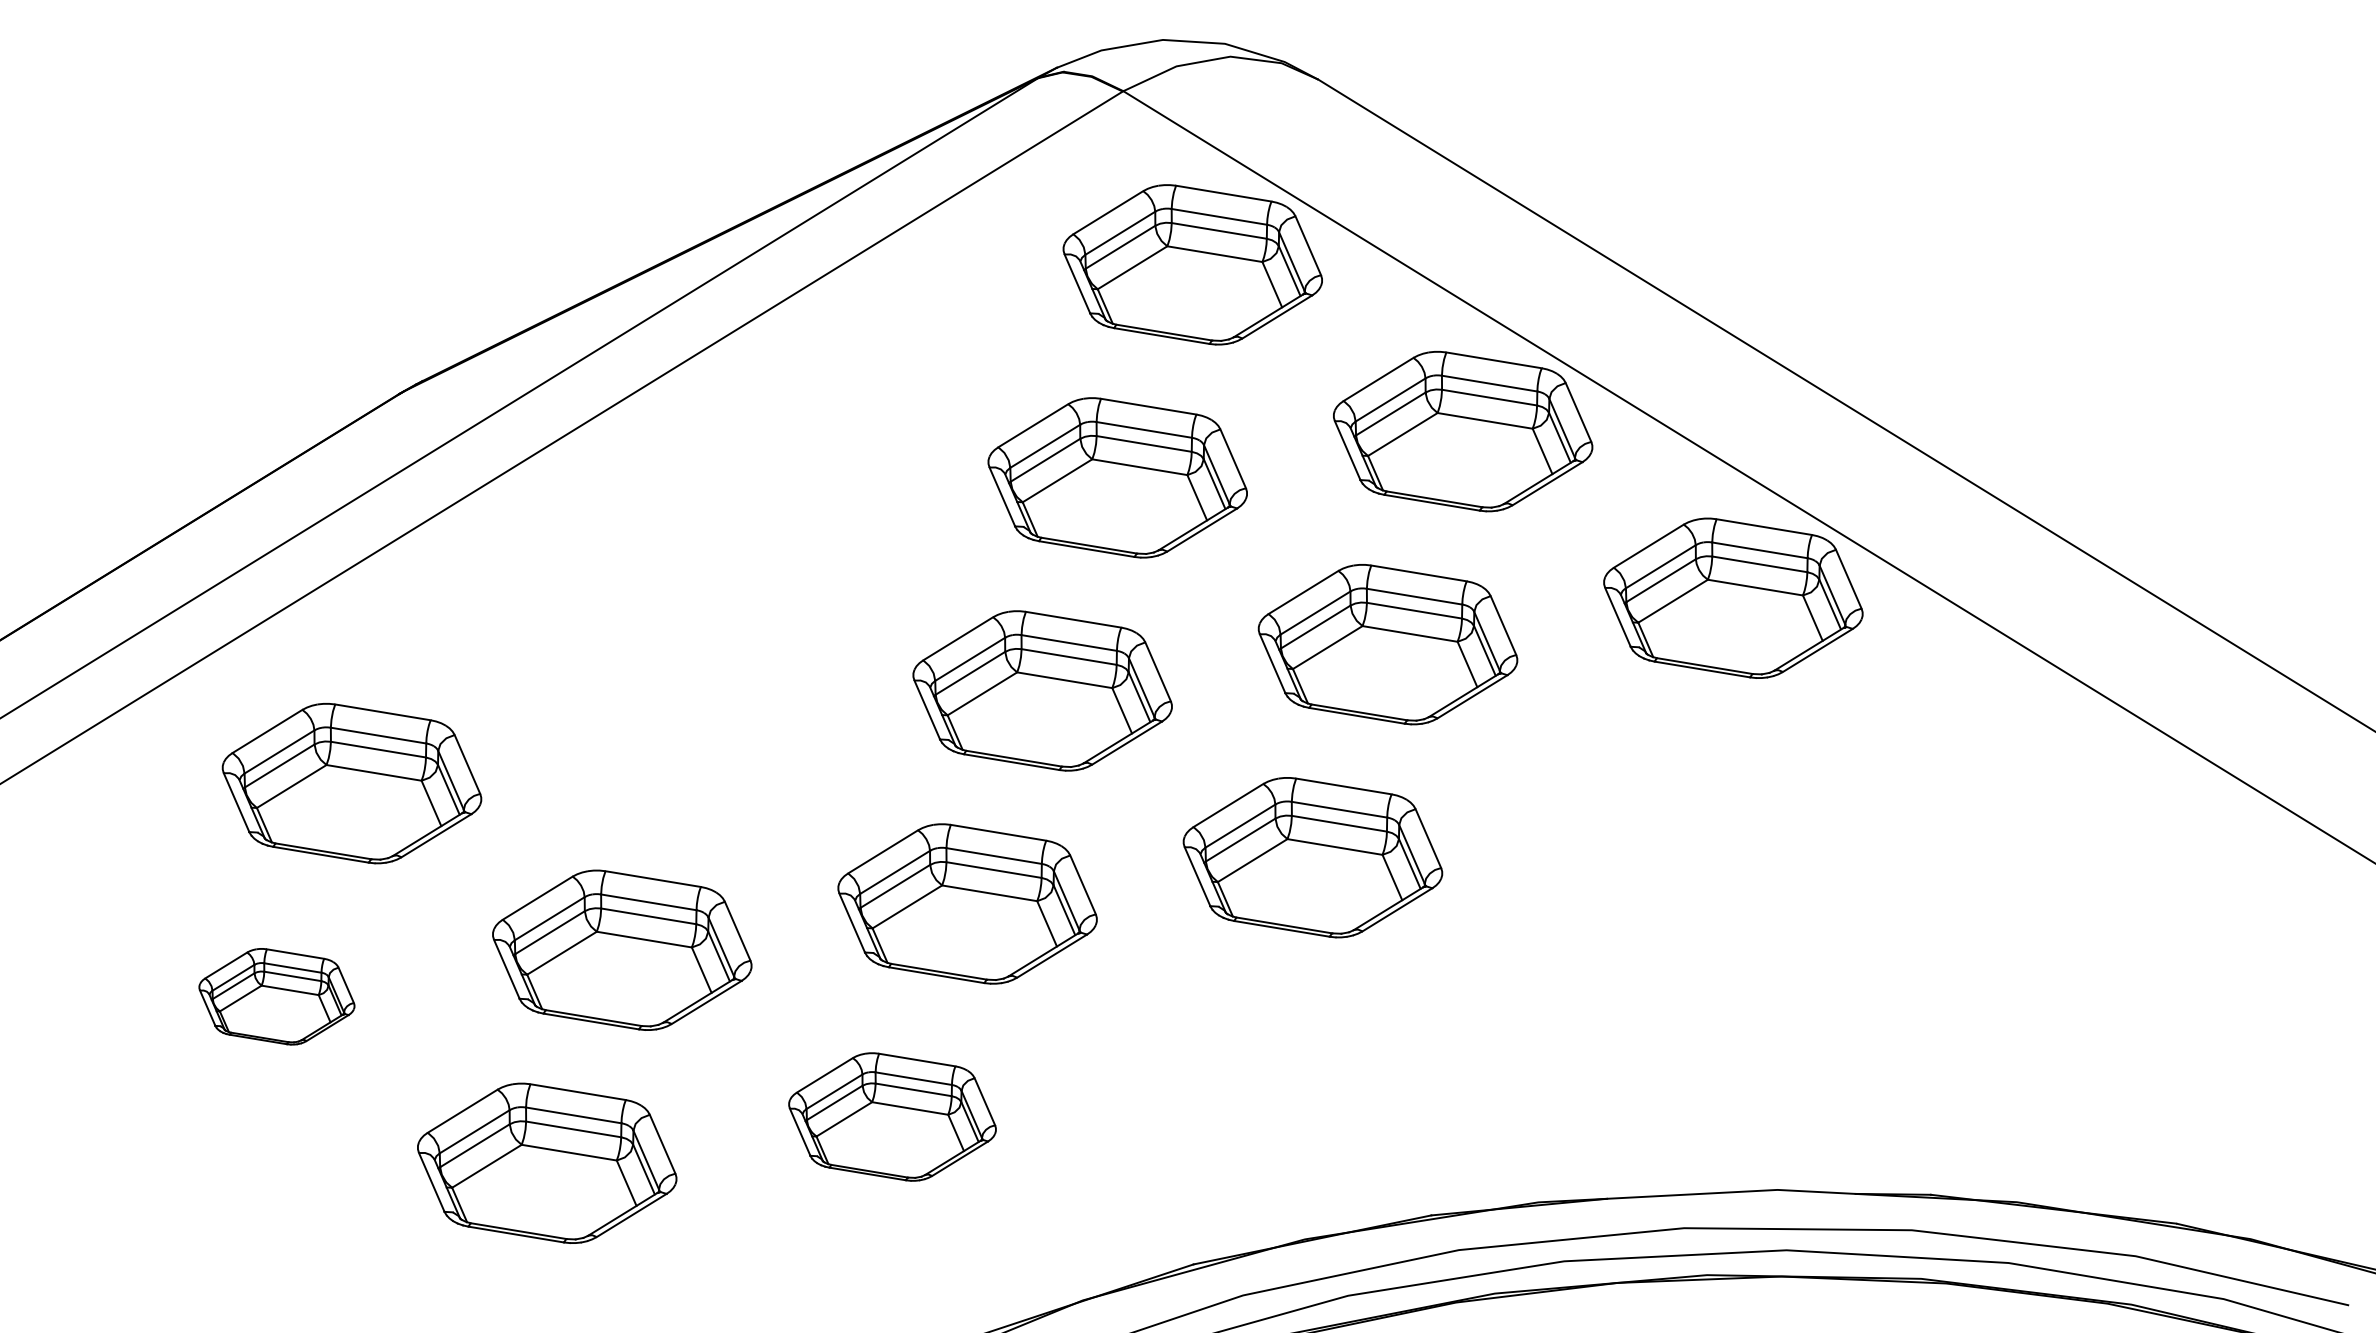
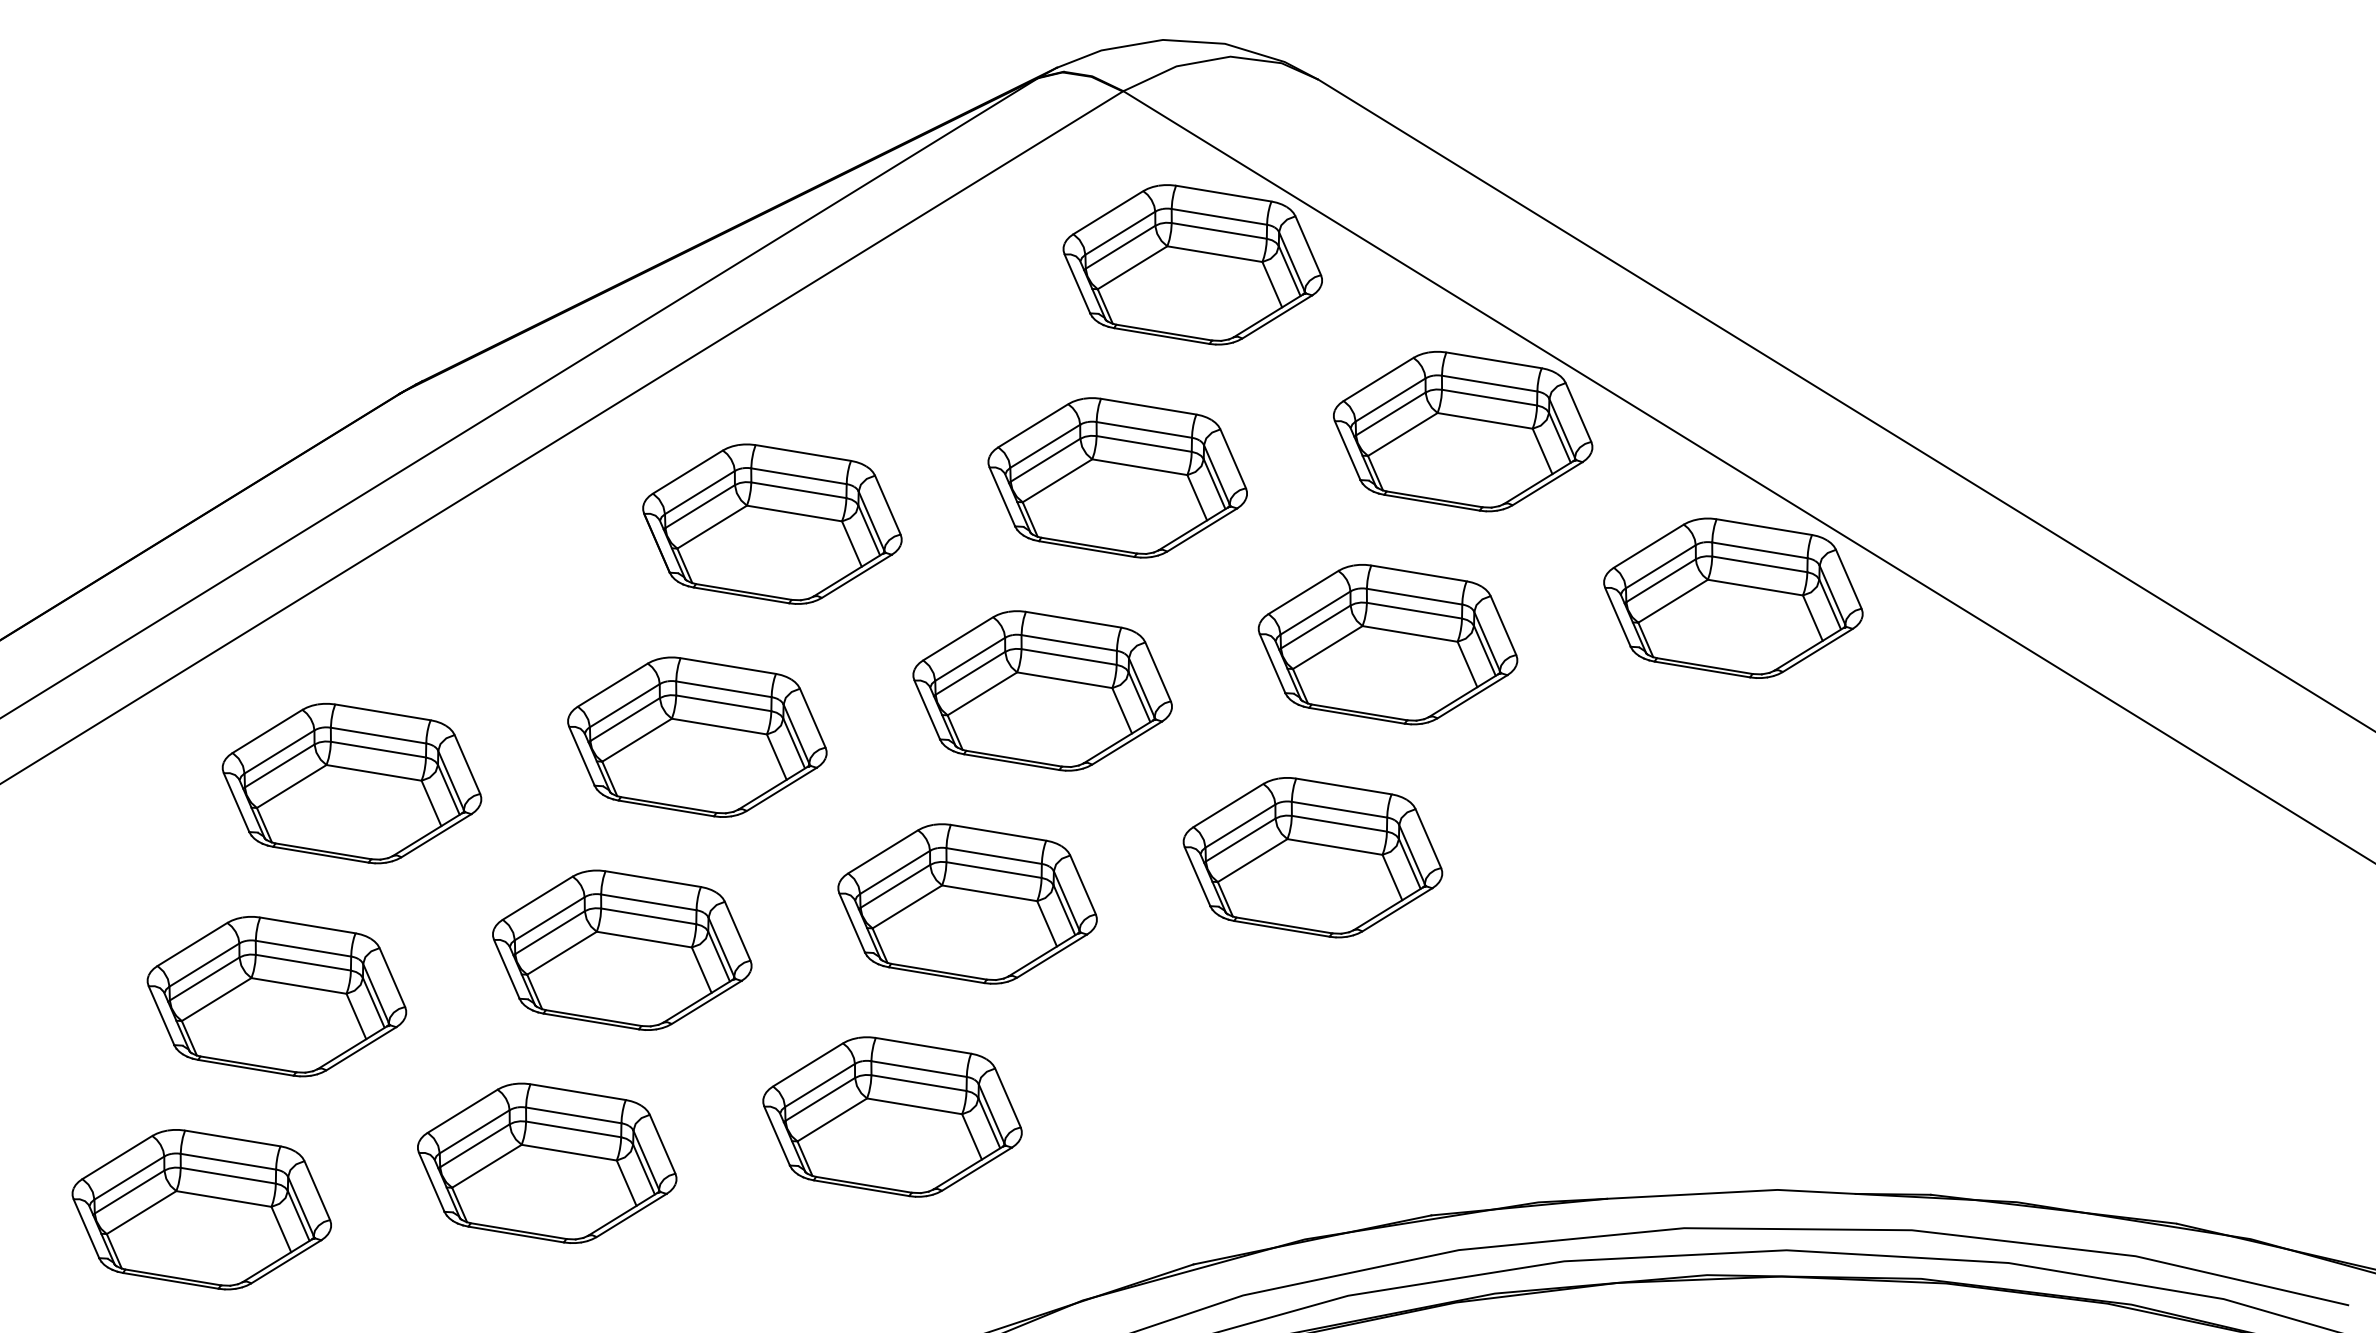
part at (772, 523): none -> present
part at (697, 736): none -> present
part at (276, 996) size: 158x98 px -> 262x162 px
part at (892, 1116) size: 209x130 px -> 261x162 px
part at (201, 1209): none -> present
